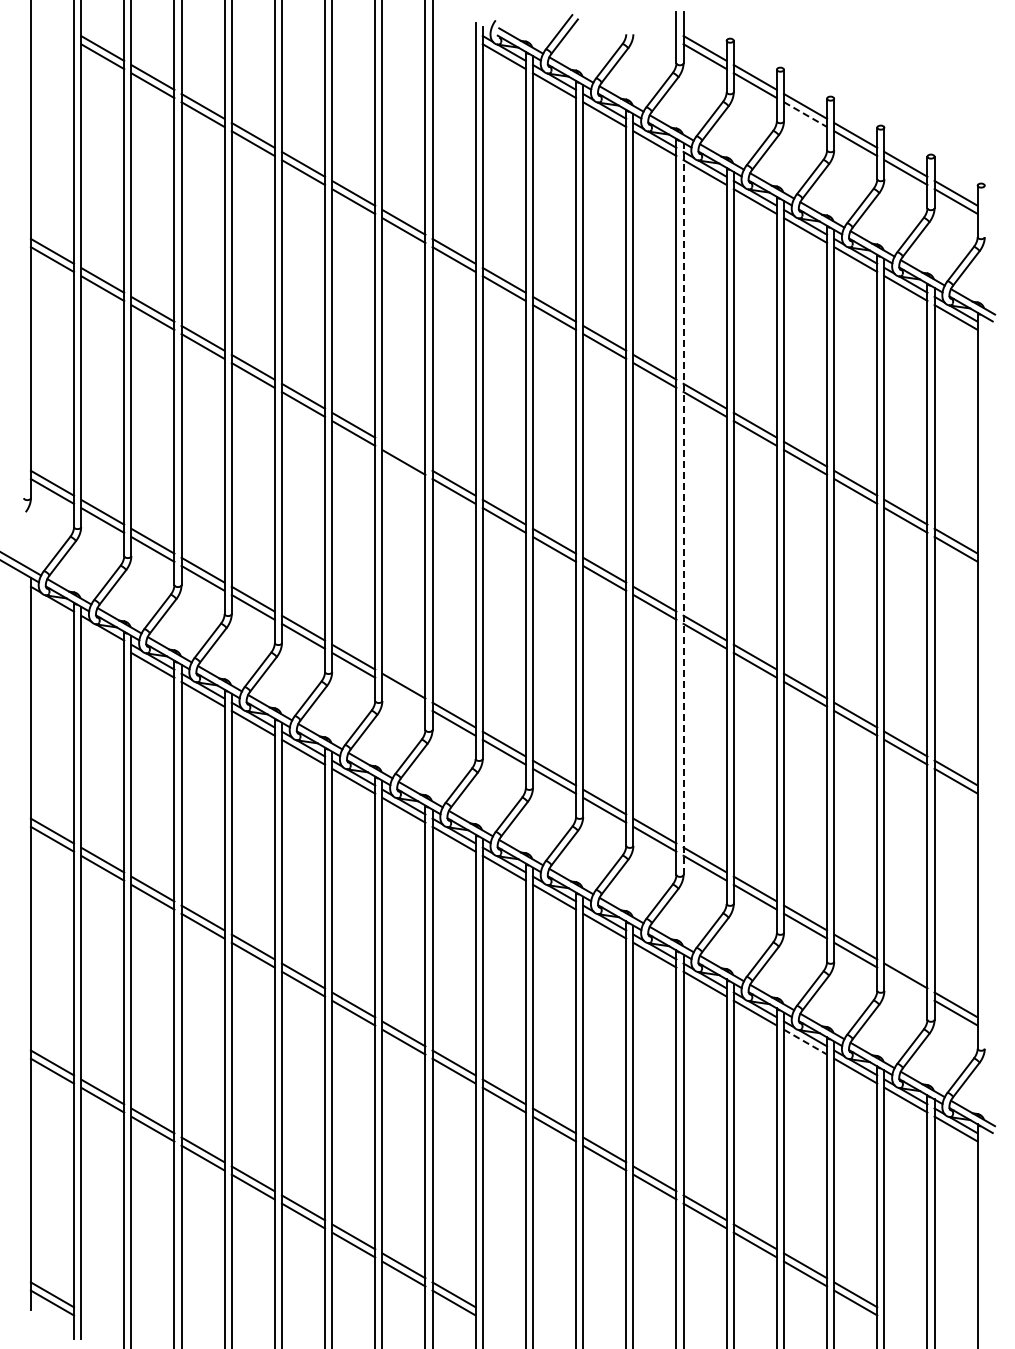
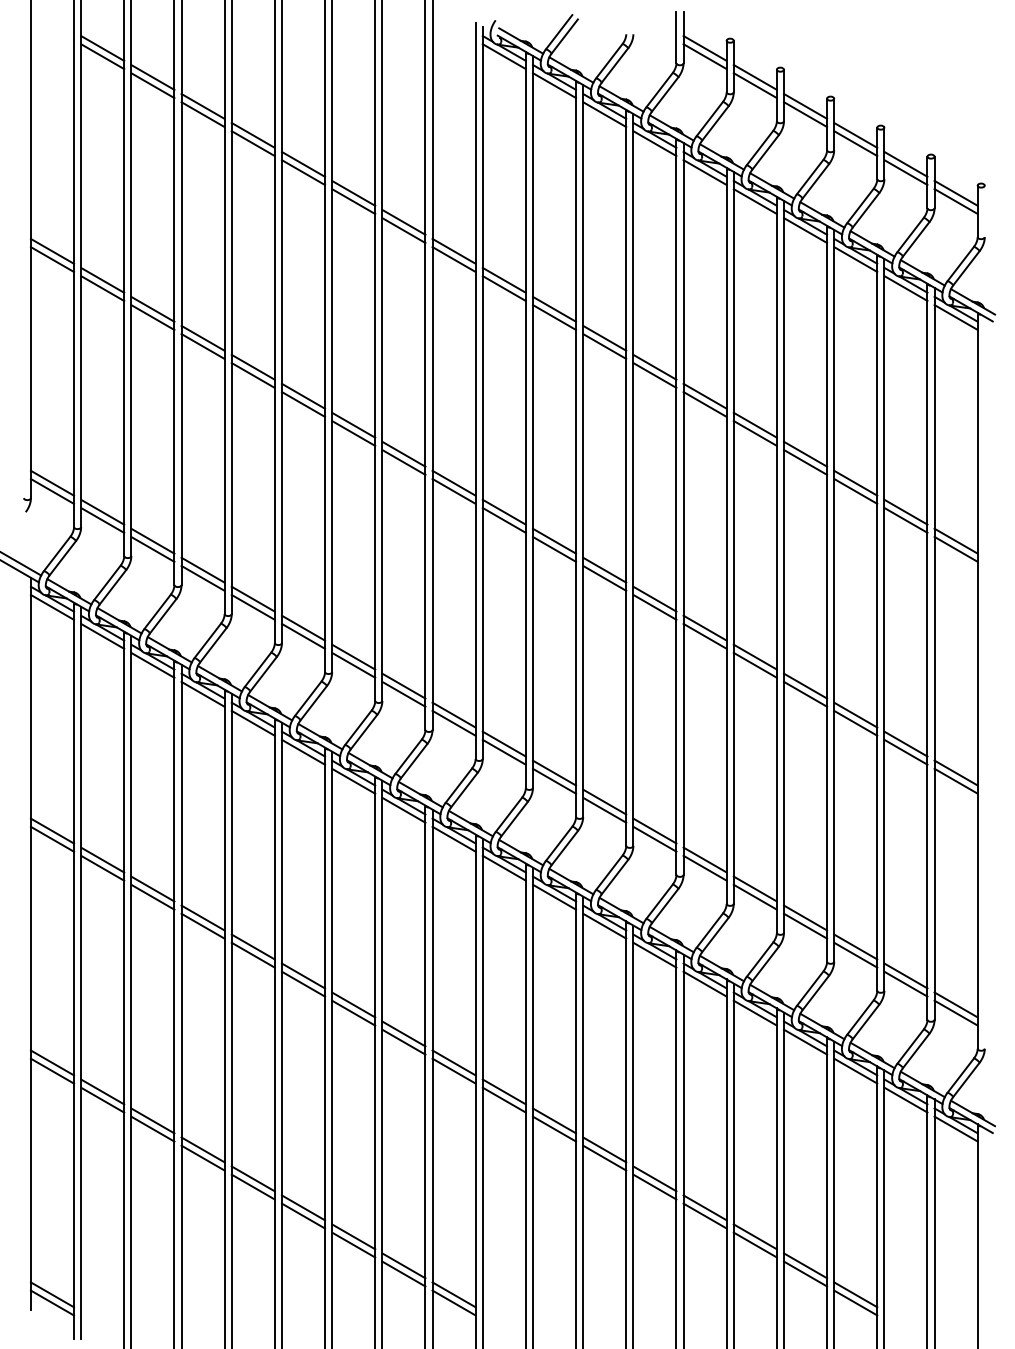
line at (805, 114): dashed -> solid
line at (403, 453): none -> present
line at (683, 508): dashed -> solid
line at (52, 606): none -> present
line at (102, 635): none -> present
line at (403, 693): none -> present
line at (905, 983): none -> present
line at (805, 1042): dashed -> solid
